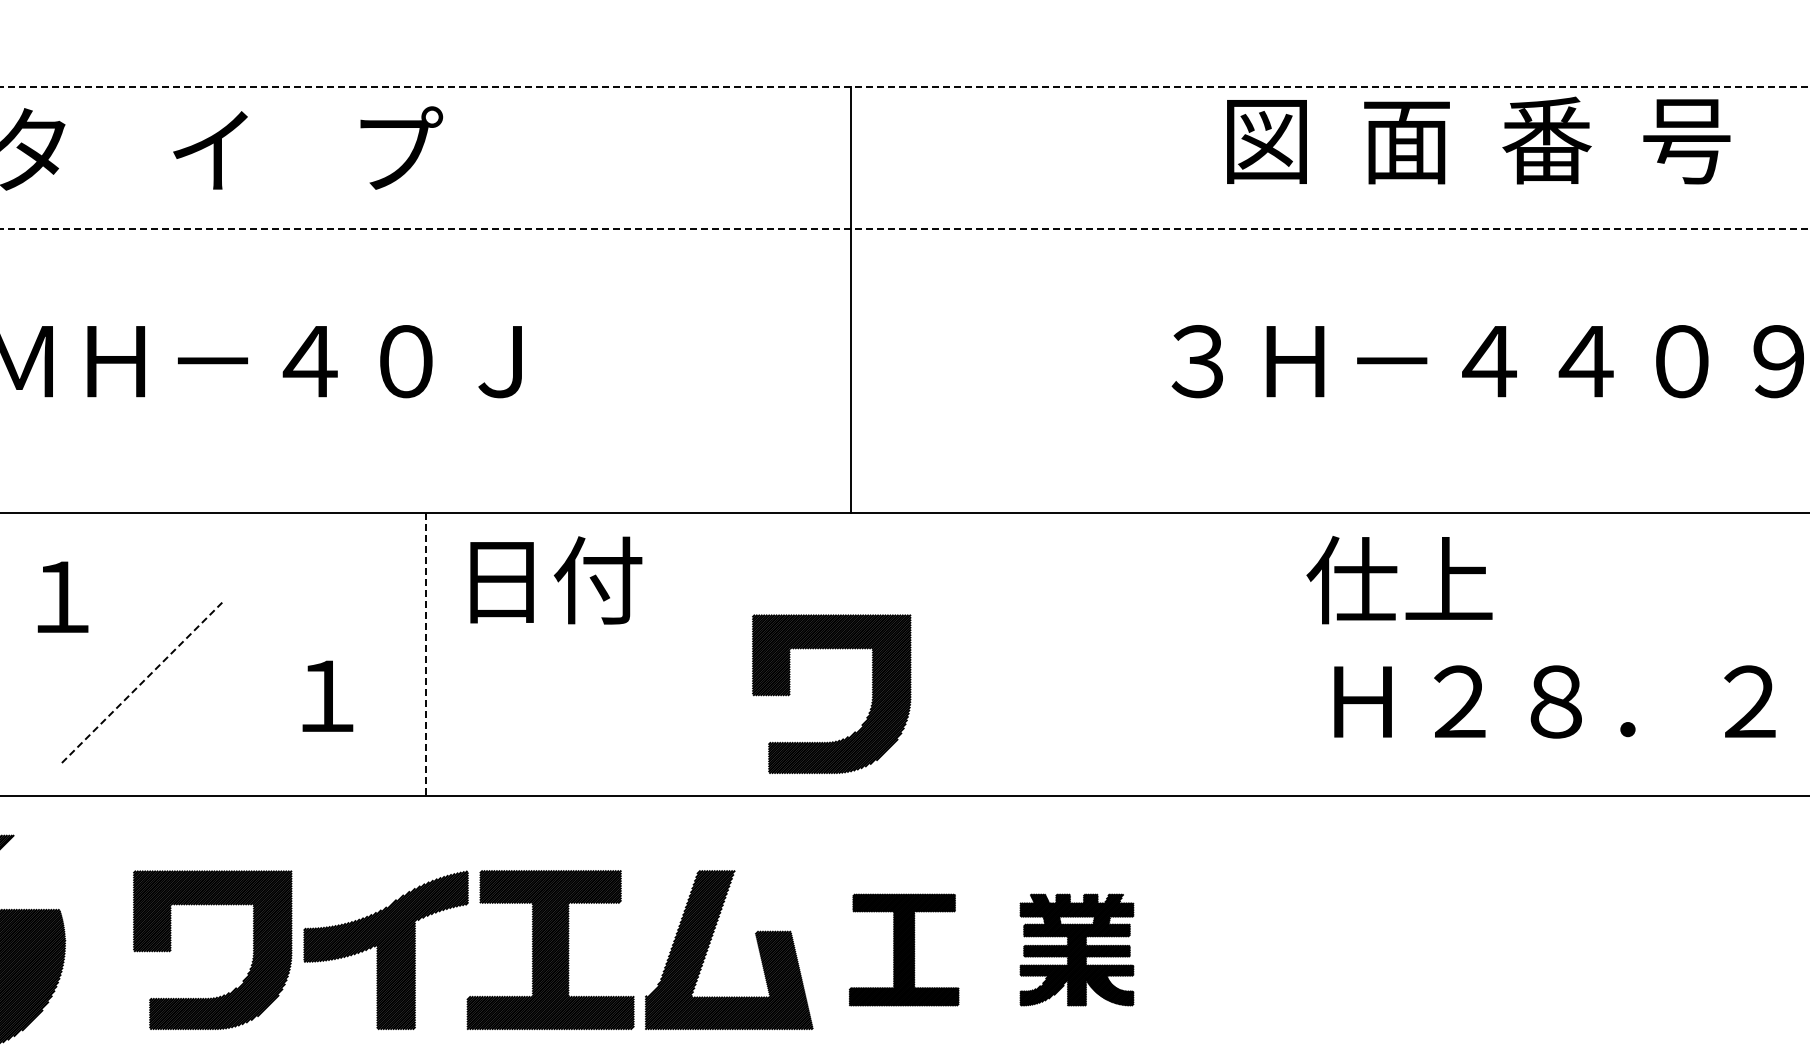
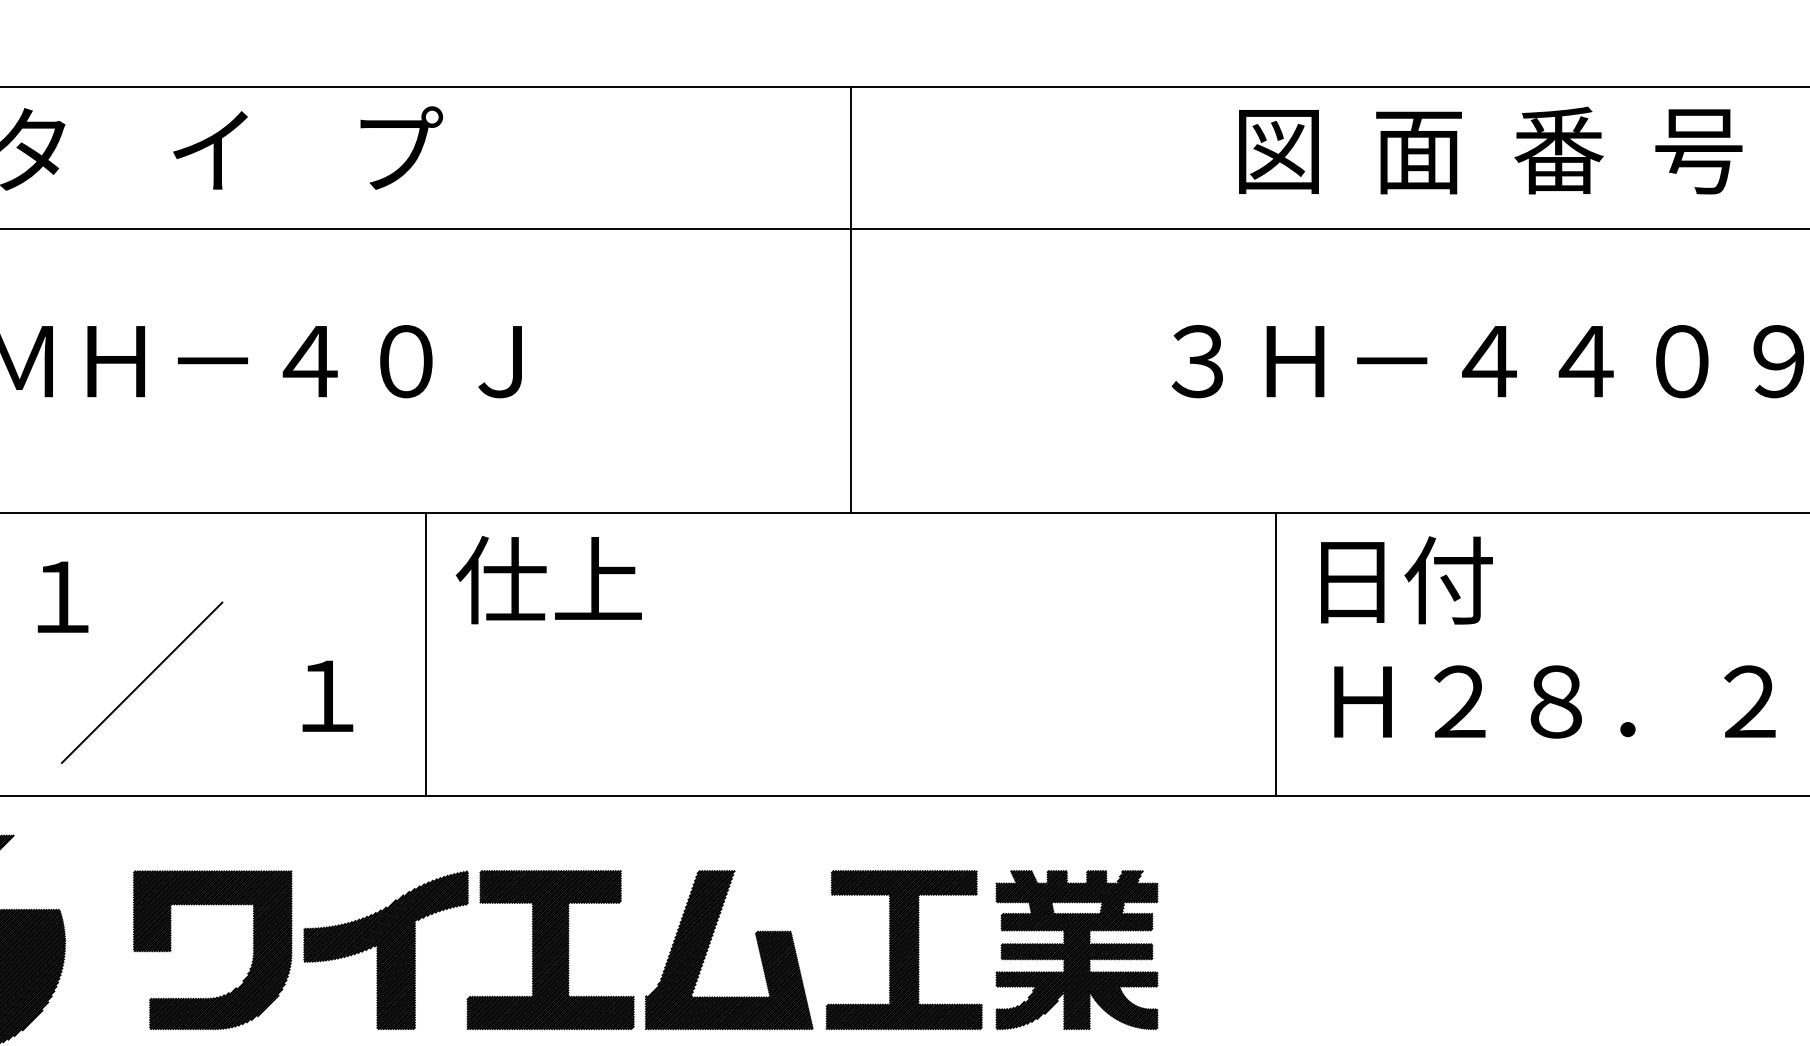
line at (905, 87): dashed -> solid
text at (1478, 140) position: (1478, 140) -> (1490, 150)
line at (905, 229): dashed -> solid
text at (548, 579): 日付 -> 仕上
text at (1399, 580): 仕上 -> 日付
line at (425, 654): dashed -> solid
line at (1276, 654): none -> present
line at (142, 682): dashed -> solid
part at (871, 699): present -> none
part at (904, 949) size: 111x114 px -> 158x160 px
part at (1076, 949) size: 116x114 px -> 164x160 px
